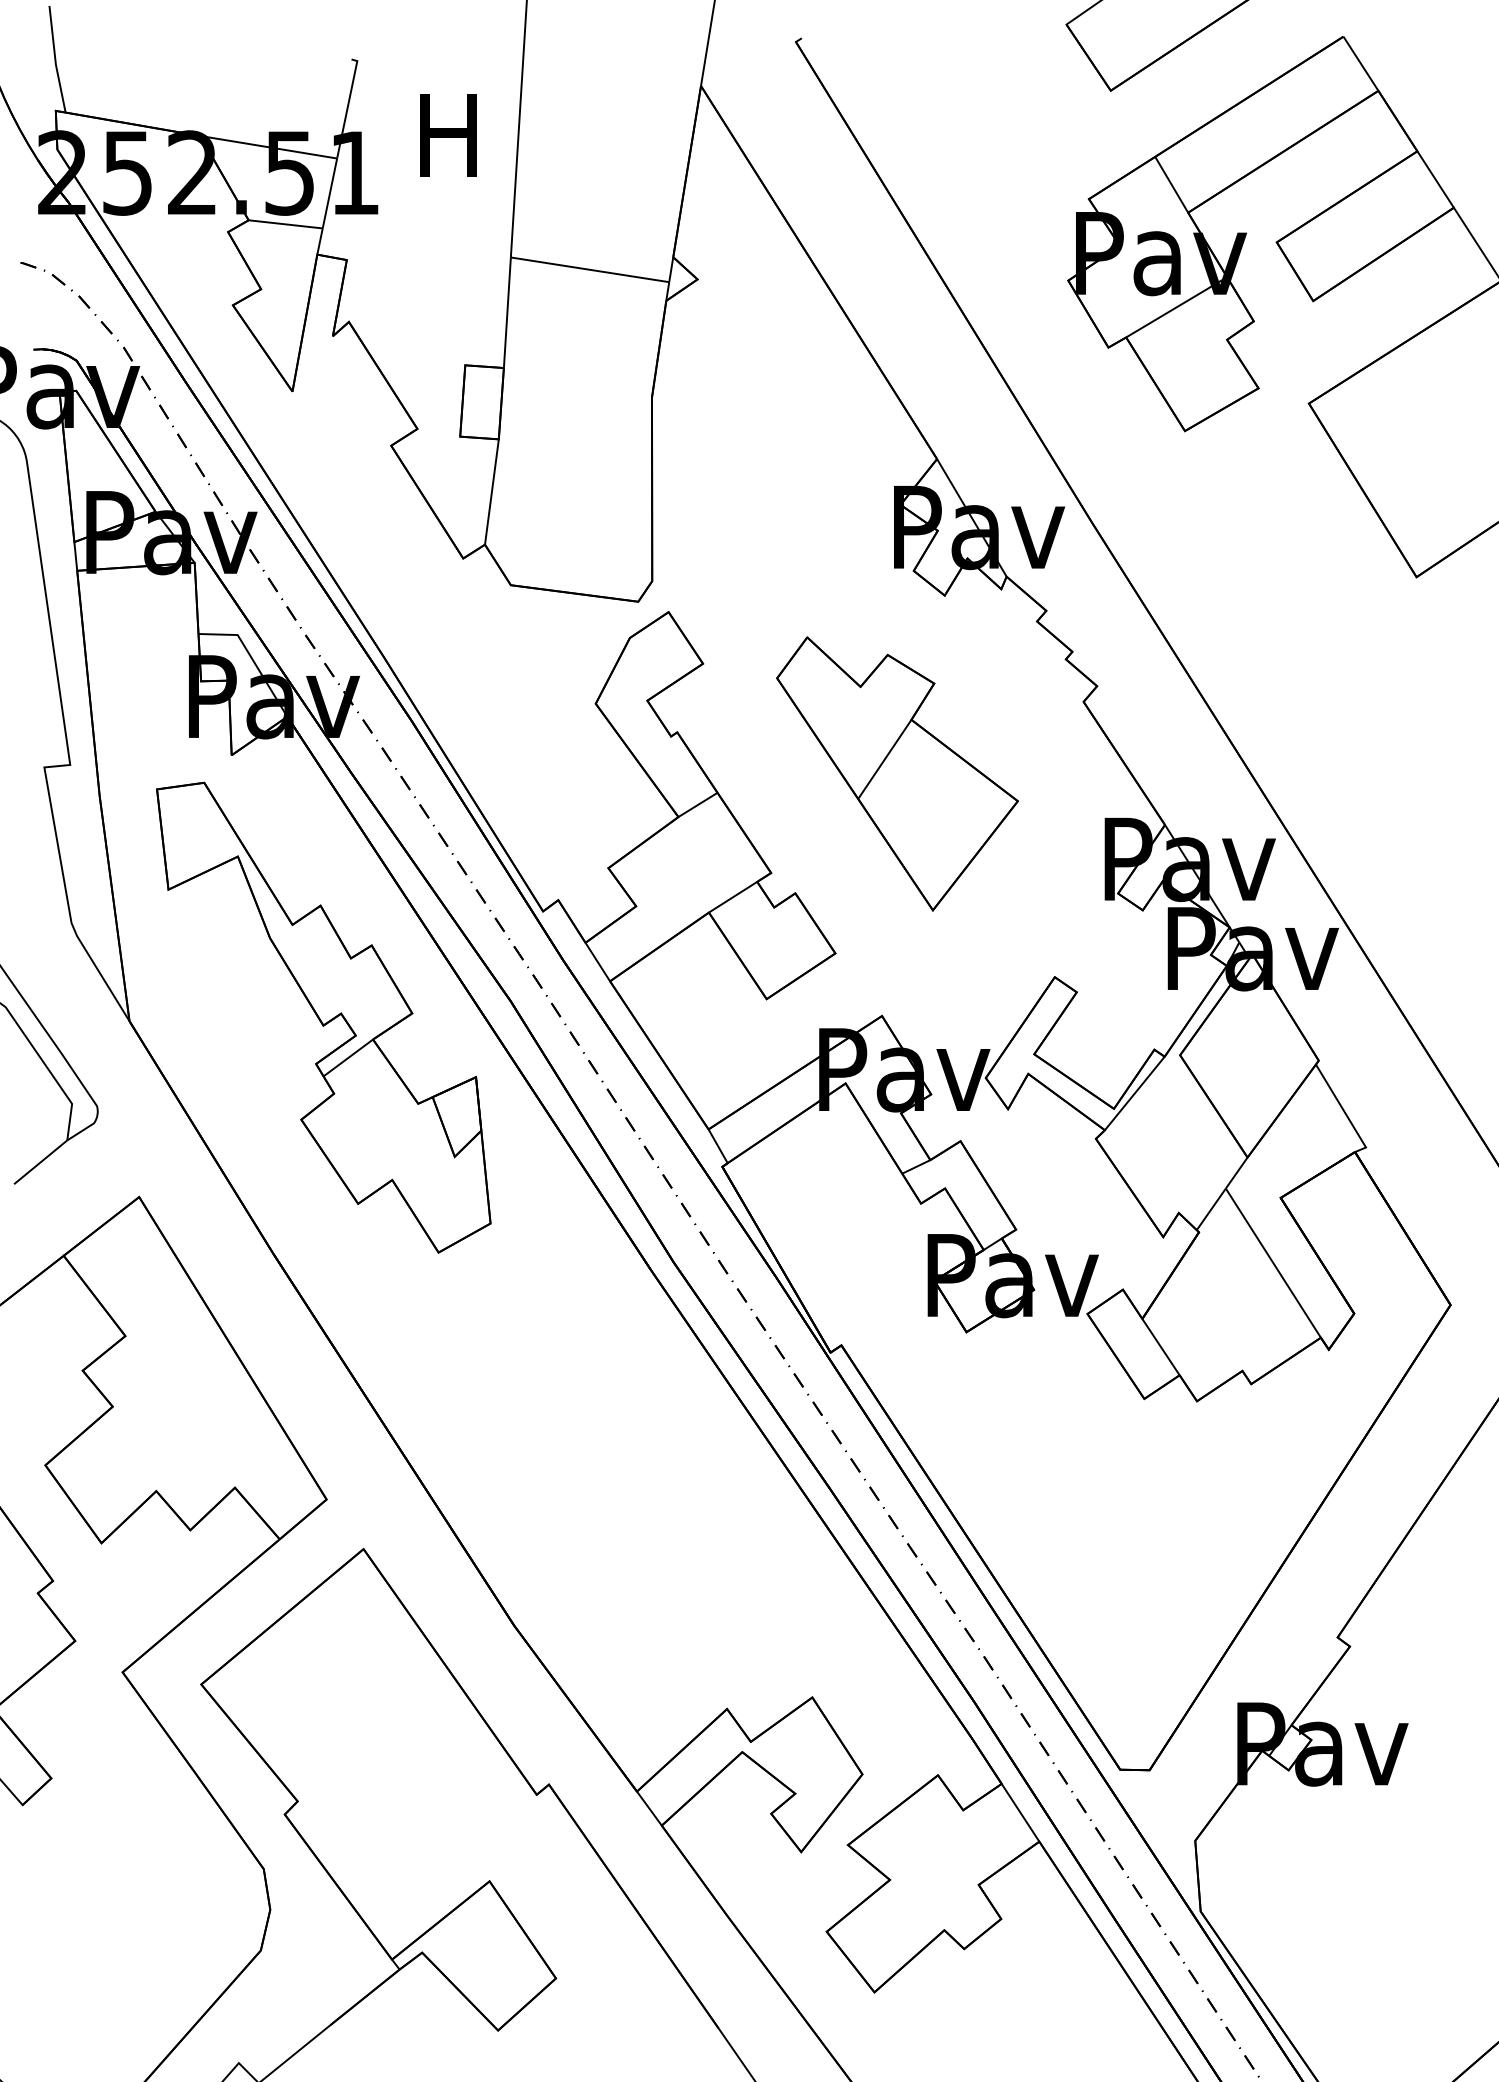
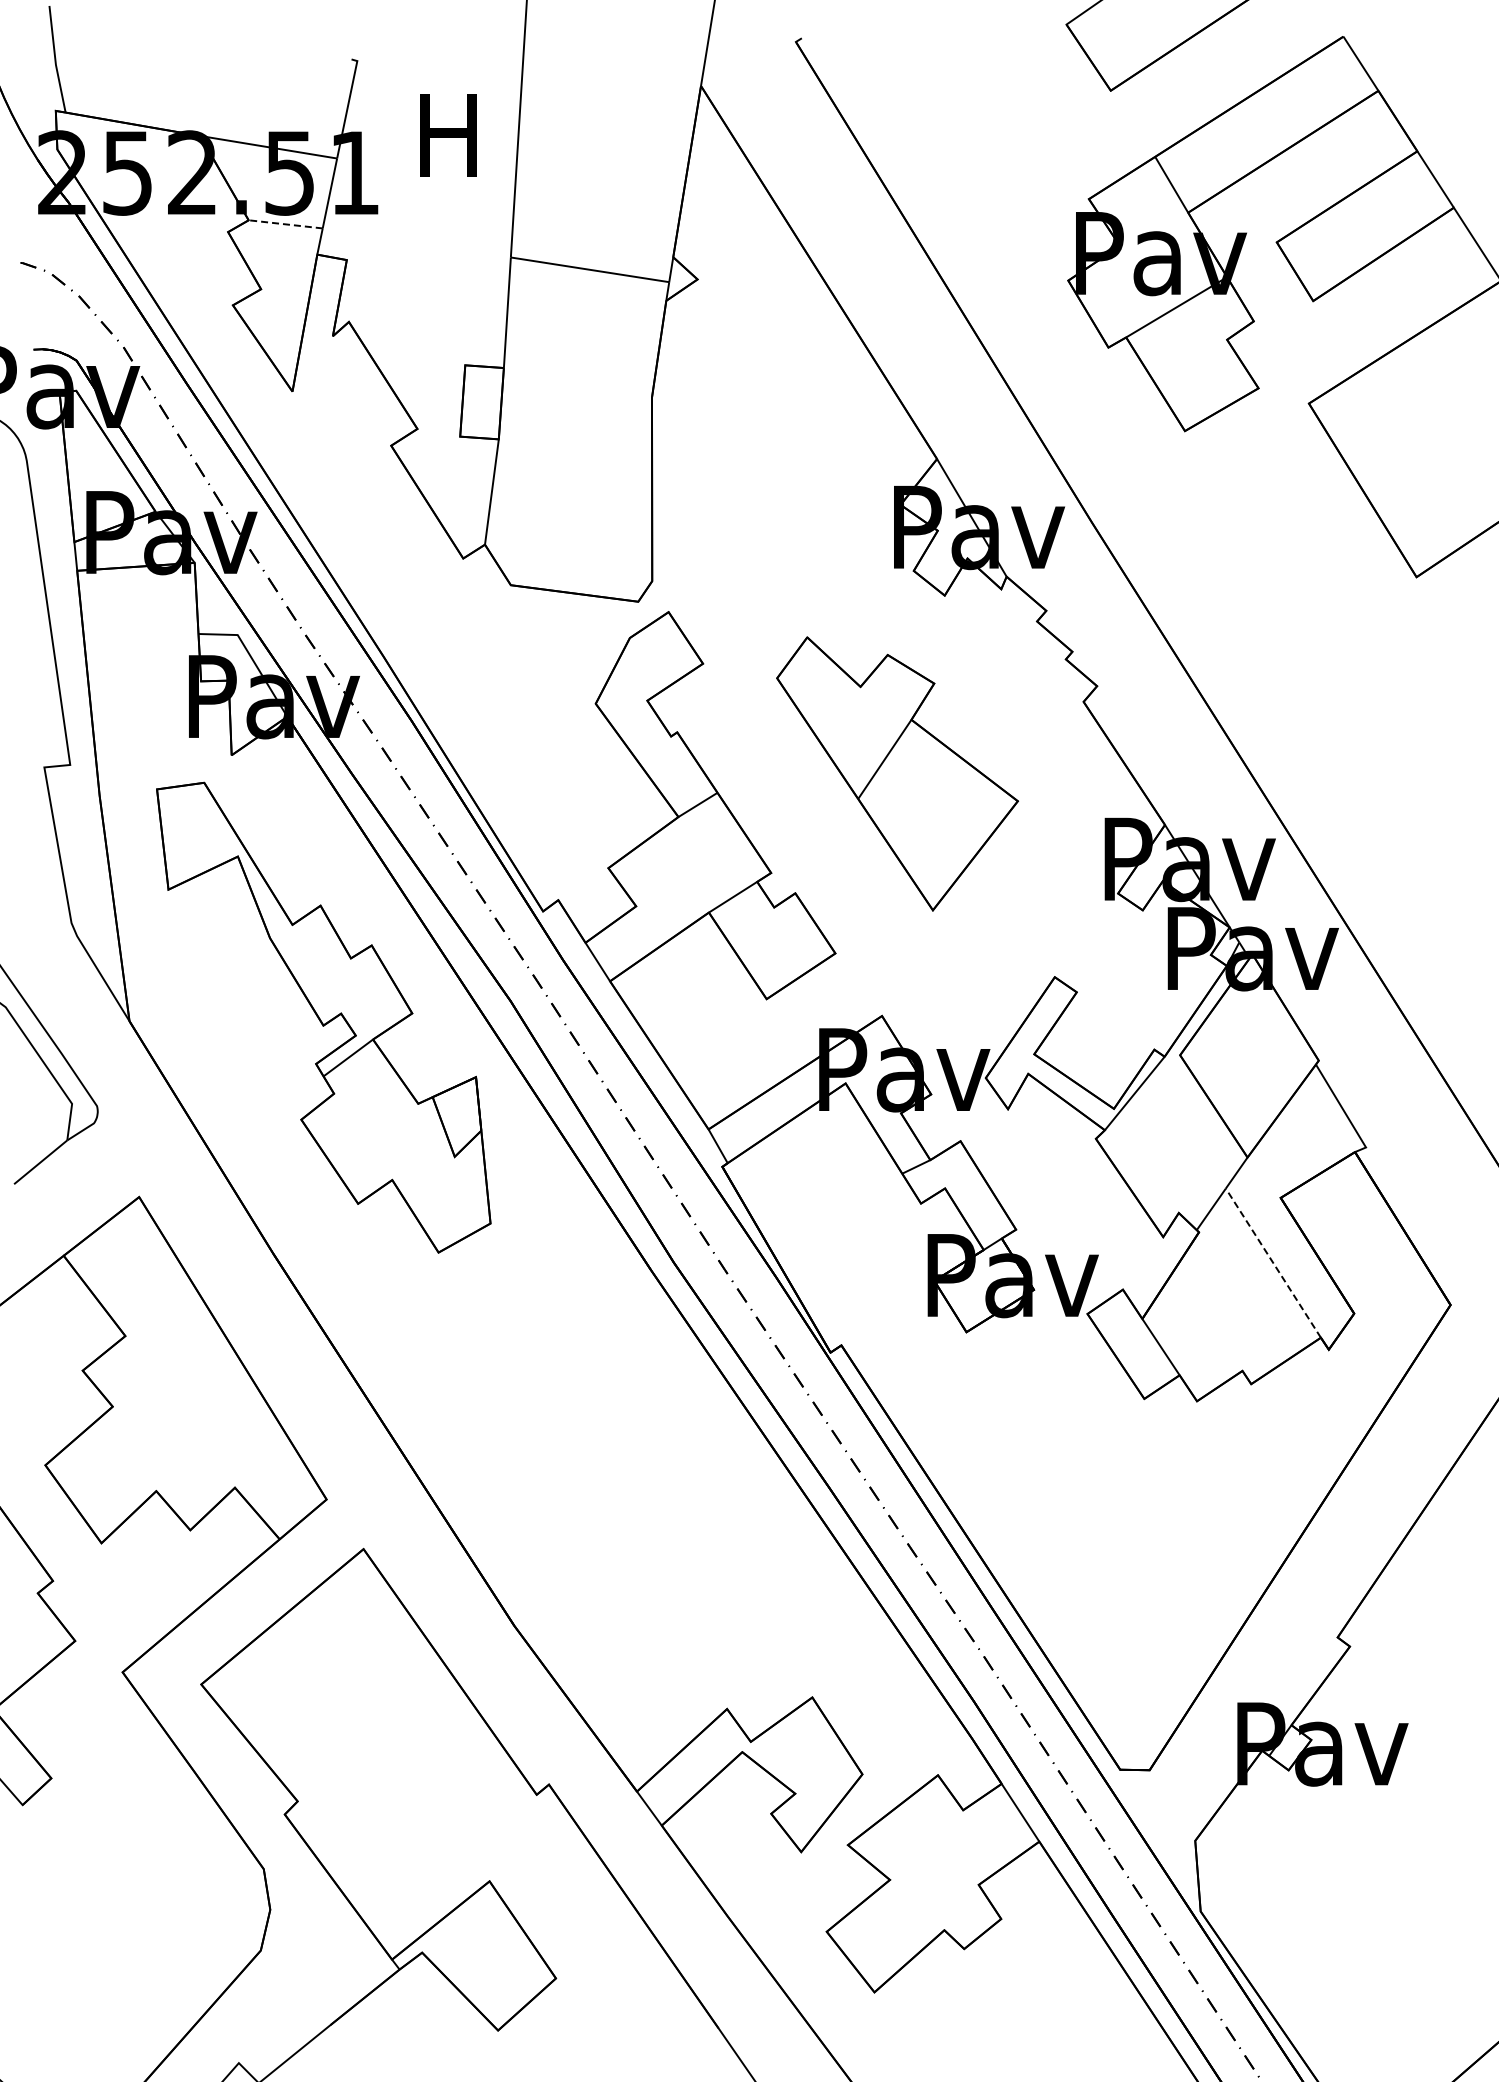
line at (285, 224): solid -> dashed
line at (1273, 1262): solid -> dashed
